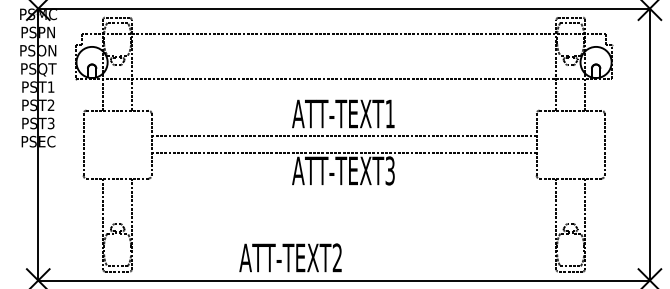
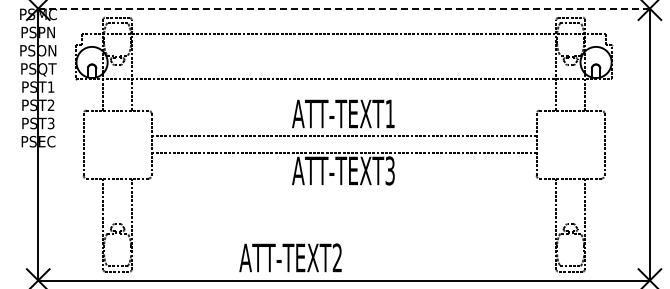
line at (344, 8): solid -> dashed
